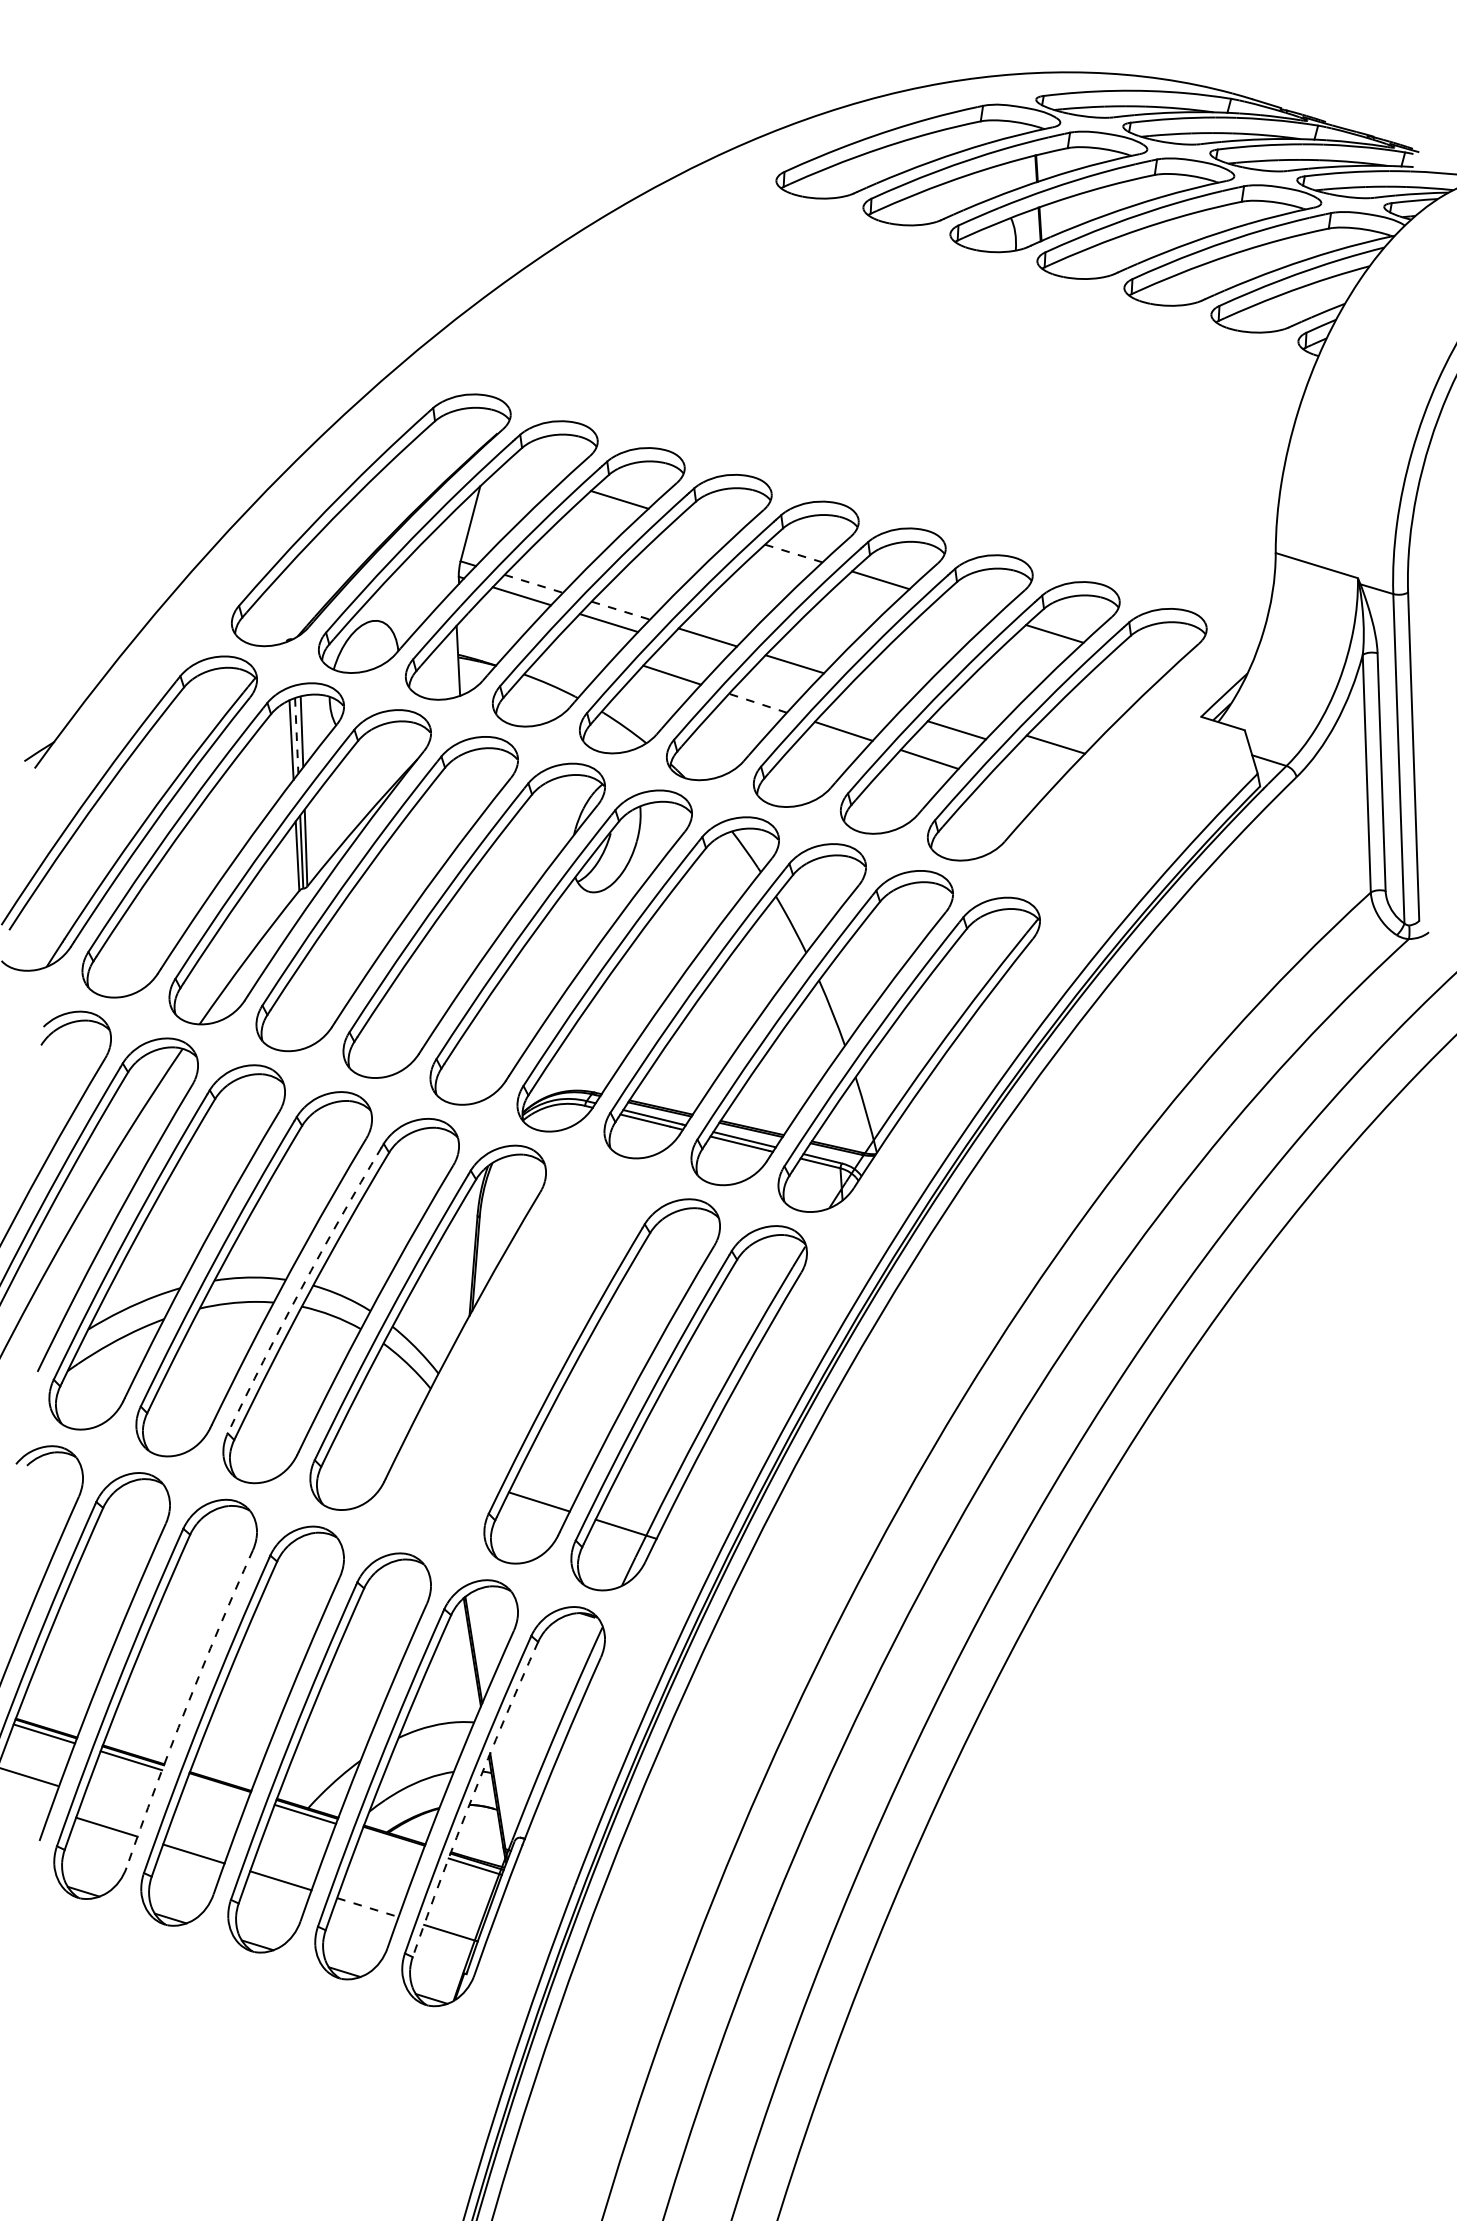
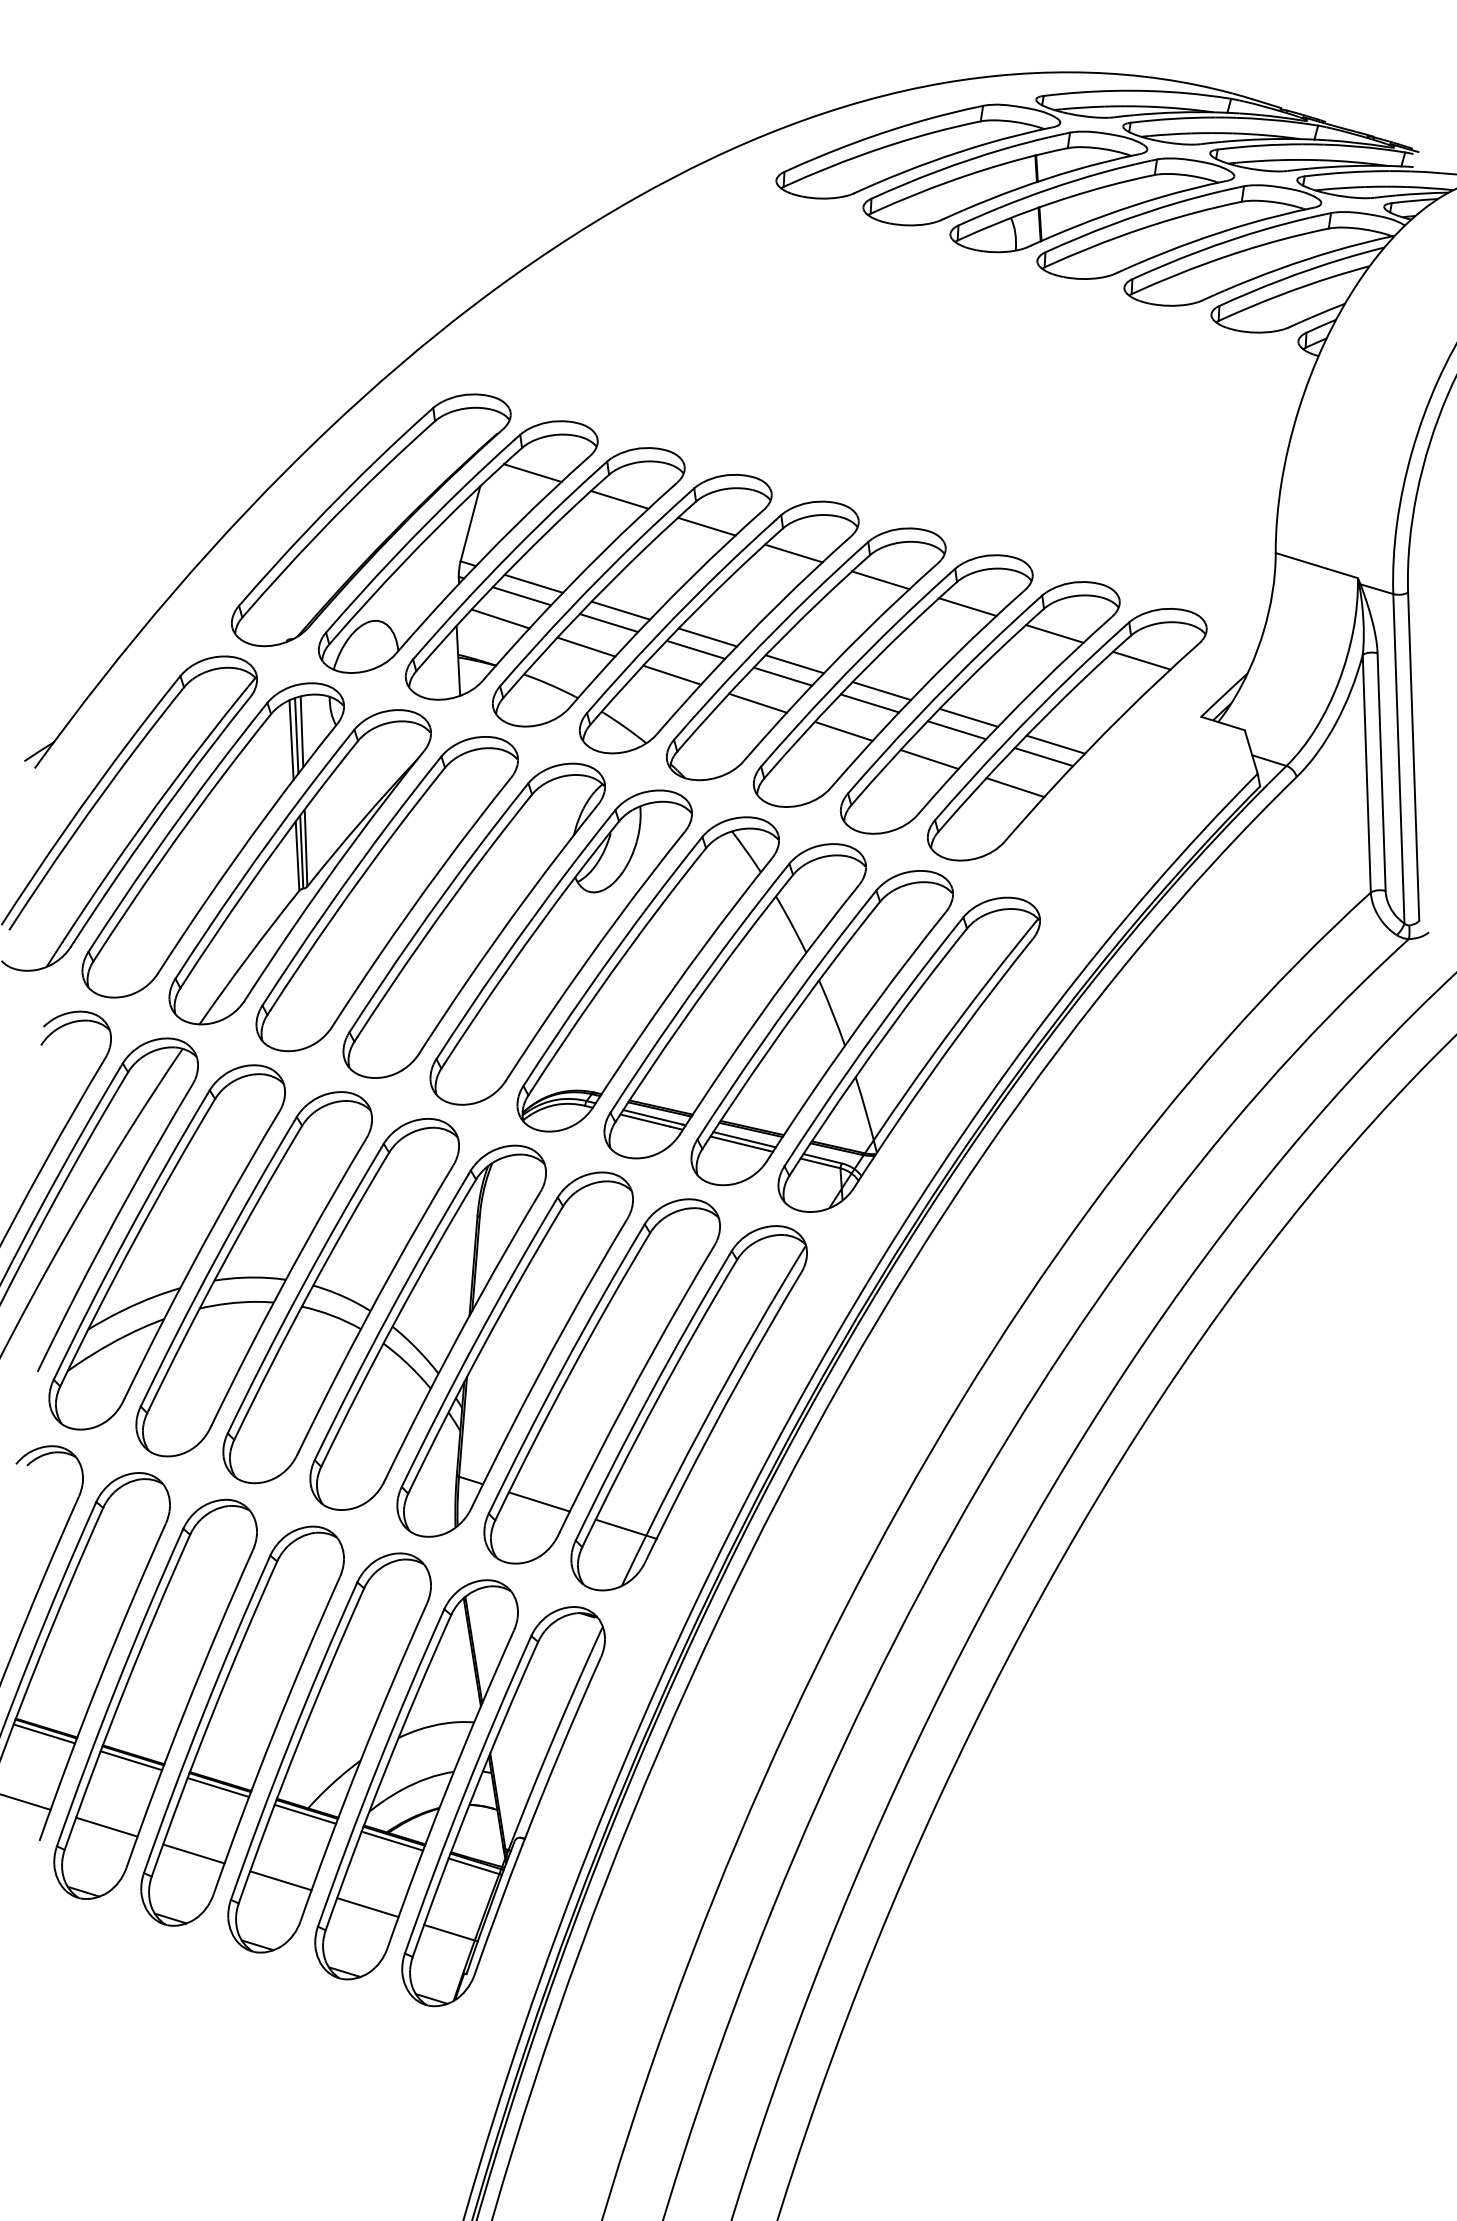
line at (532, 472): none -> present
line at (706, 526): none -> present
line at (794, 553): dashed -> solid
line at (533, 583): dashed -> solid
line at (967, 606): none -> present
line at (620, 610): dashed -> solid
line at (500, 618): none -> present
line at (586, 646): none -> present
line at (695, 649): none -> present
line at (1141, 660): none -> present
line at (782, 676): none -> present
line at (881, 691): none -> present
line at (757, 703): dashed -> solid
line at (869, 703): none -> present
line at (968, 717): none -> present
line at (296, 735): dashed -> solid
line at (1043, 757): none -> present
line at (1015, 787): none -> present
arc at (301, 1288): dashed -> solid
part at (514, 1354): none -> present
arc at (186, 1707): dashed -> solid
line at (29, 1776) position: (29, 1776) -> (26, 1802)
line at (218, 1787): none -> present
arc at (472, 1798): dashed -> solid
line at (392, 1840): none -> present
line at (368, 1907): dashed -> solid
